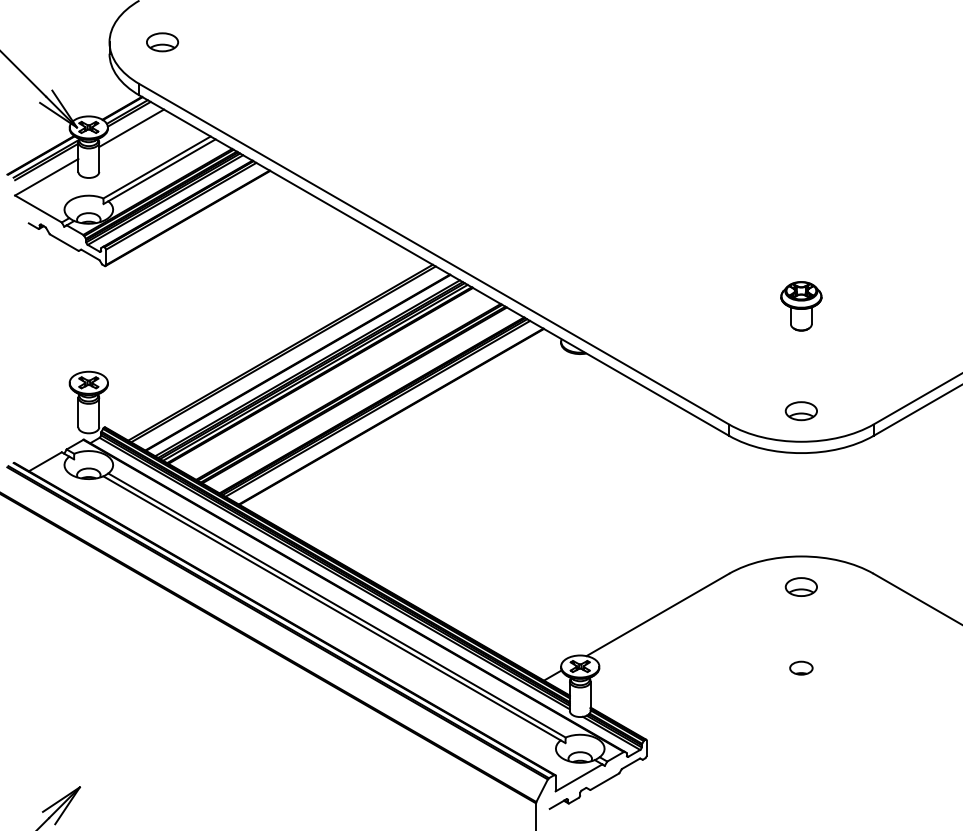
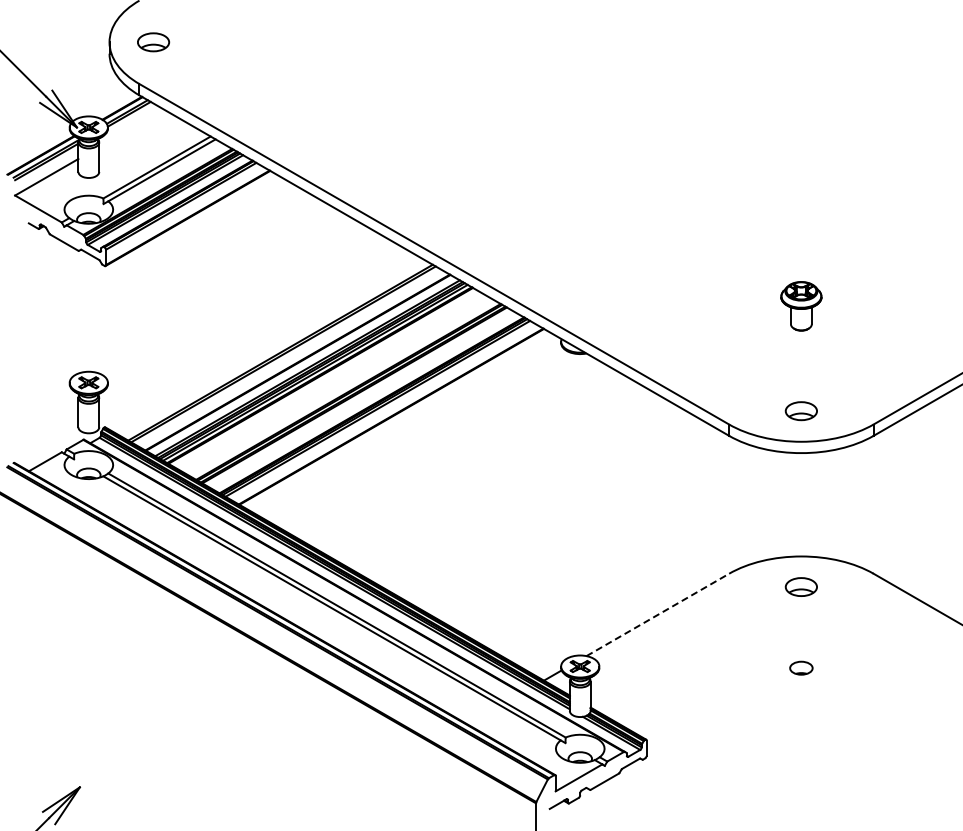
part at (162, 42) position: (162, 42) -> (153, 42)
line at (131, 127): present -> none
line at (658, 614): solid -> dashed
